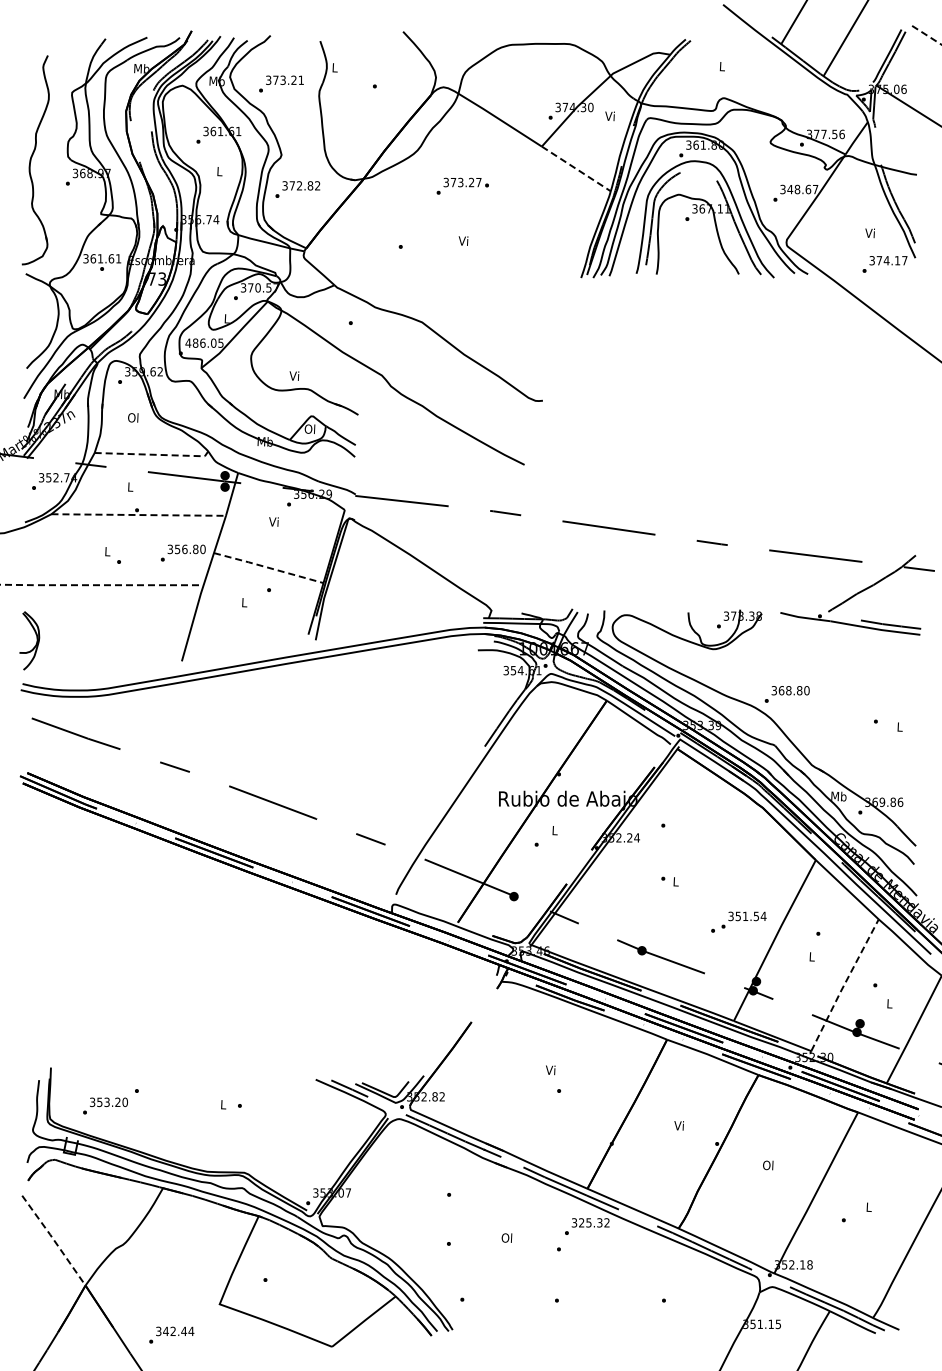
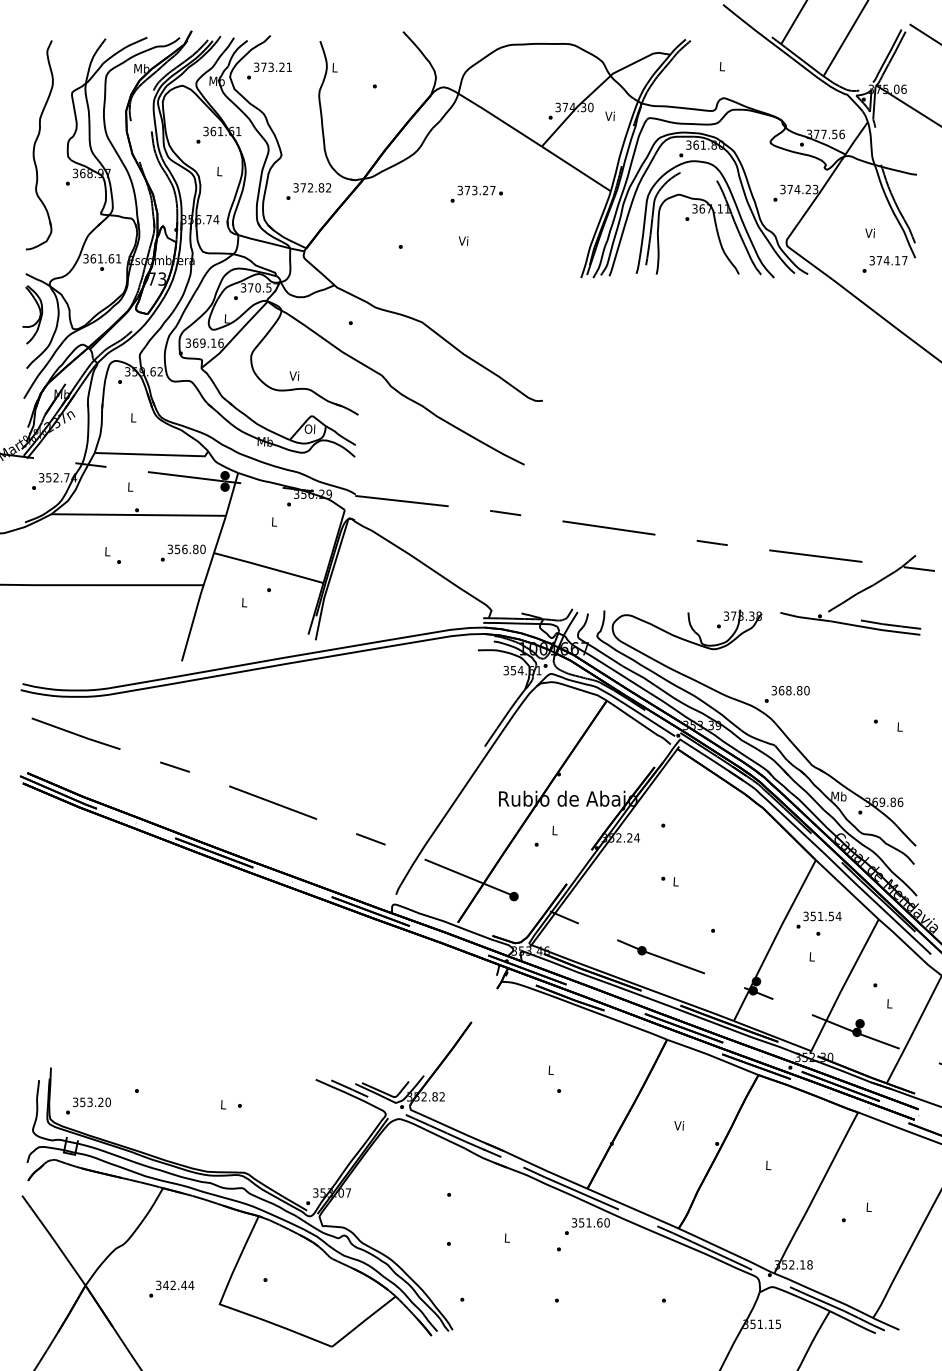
line at (925, 34): dashed -> solid
text at (281, 83) position: (281, 83) -> (269, 70)
part at (35, 160) position: (35, 160) -> (39, 145)
line at (575, 168): dashed -> solid
text at (462, 185) position: (462, 185) -> (476, 193)
text at (297, 189) position: (297, 189) -> (308, 191)
text at (802, 189): 348.67 -> 374.23
text at (204, 342): 486.05 -> 369.16
text at (133, 417): Ol -> L
line at (153, 454): dashed -> solid
line at (139, 515): dashed -> solid
text at (273, 521): Vi -> L
line at (268, 567): dashed -> solid
line at (102, 585): dashed -> solid
part at (36, 640) position: (36, 640) -> (39, 314)
text at (743, 919) position: (743, 919) -> (818, 919)
line at (843, 985): dashed -> solid
text at (550, 1070): Vi -> L
text at (105, 1105) position: (105, 1105) -> (88, 1105)
text at (768, 1165): Ol -> L
text at (594, 1222): 325.32 -> 351.60
text at (506, 1237): Ol -> L
line at (54, 1240): dashed -> solid
text at (171, 1334) position: (171, 1334) -> (171, 1288)
